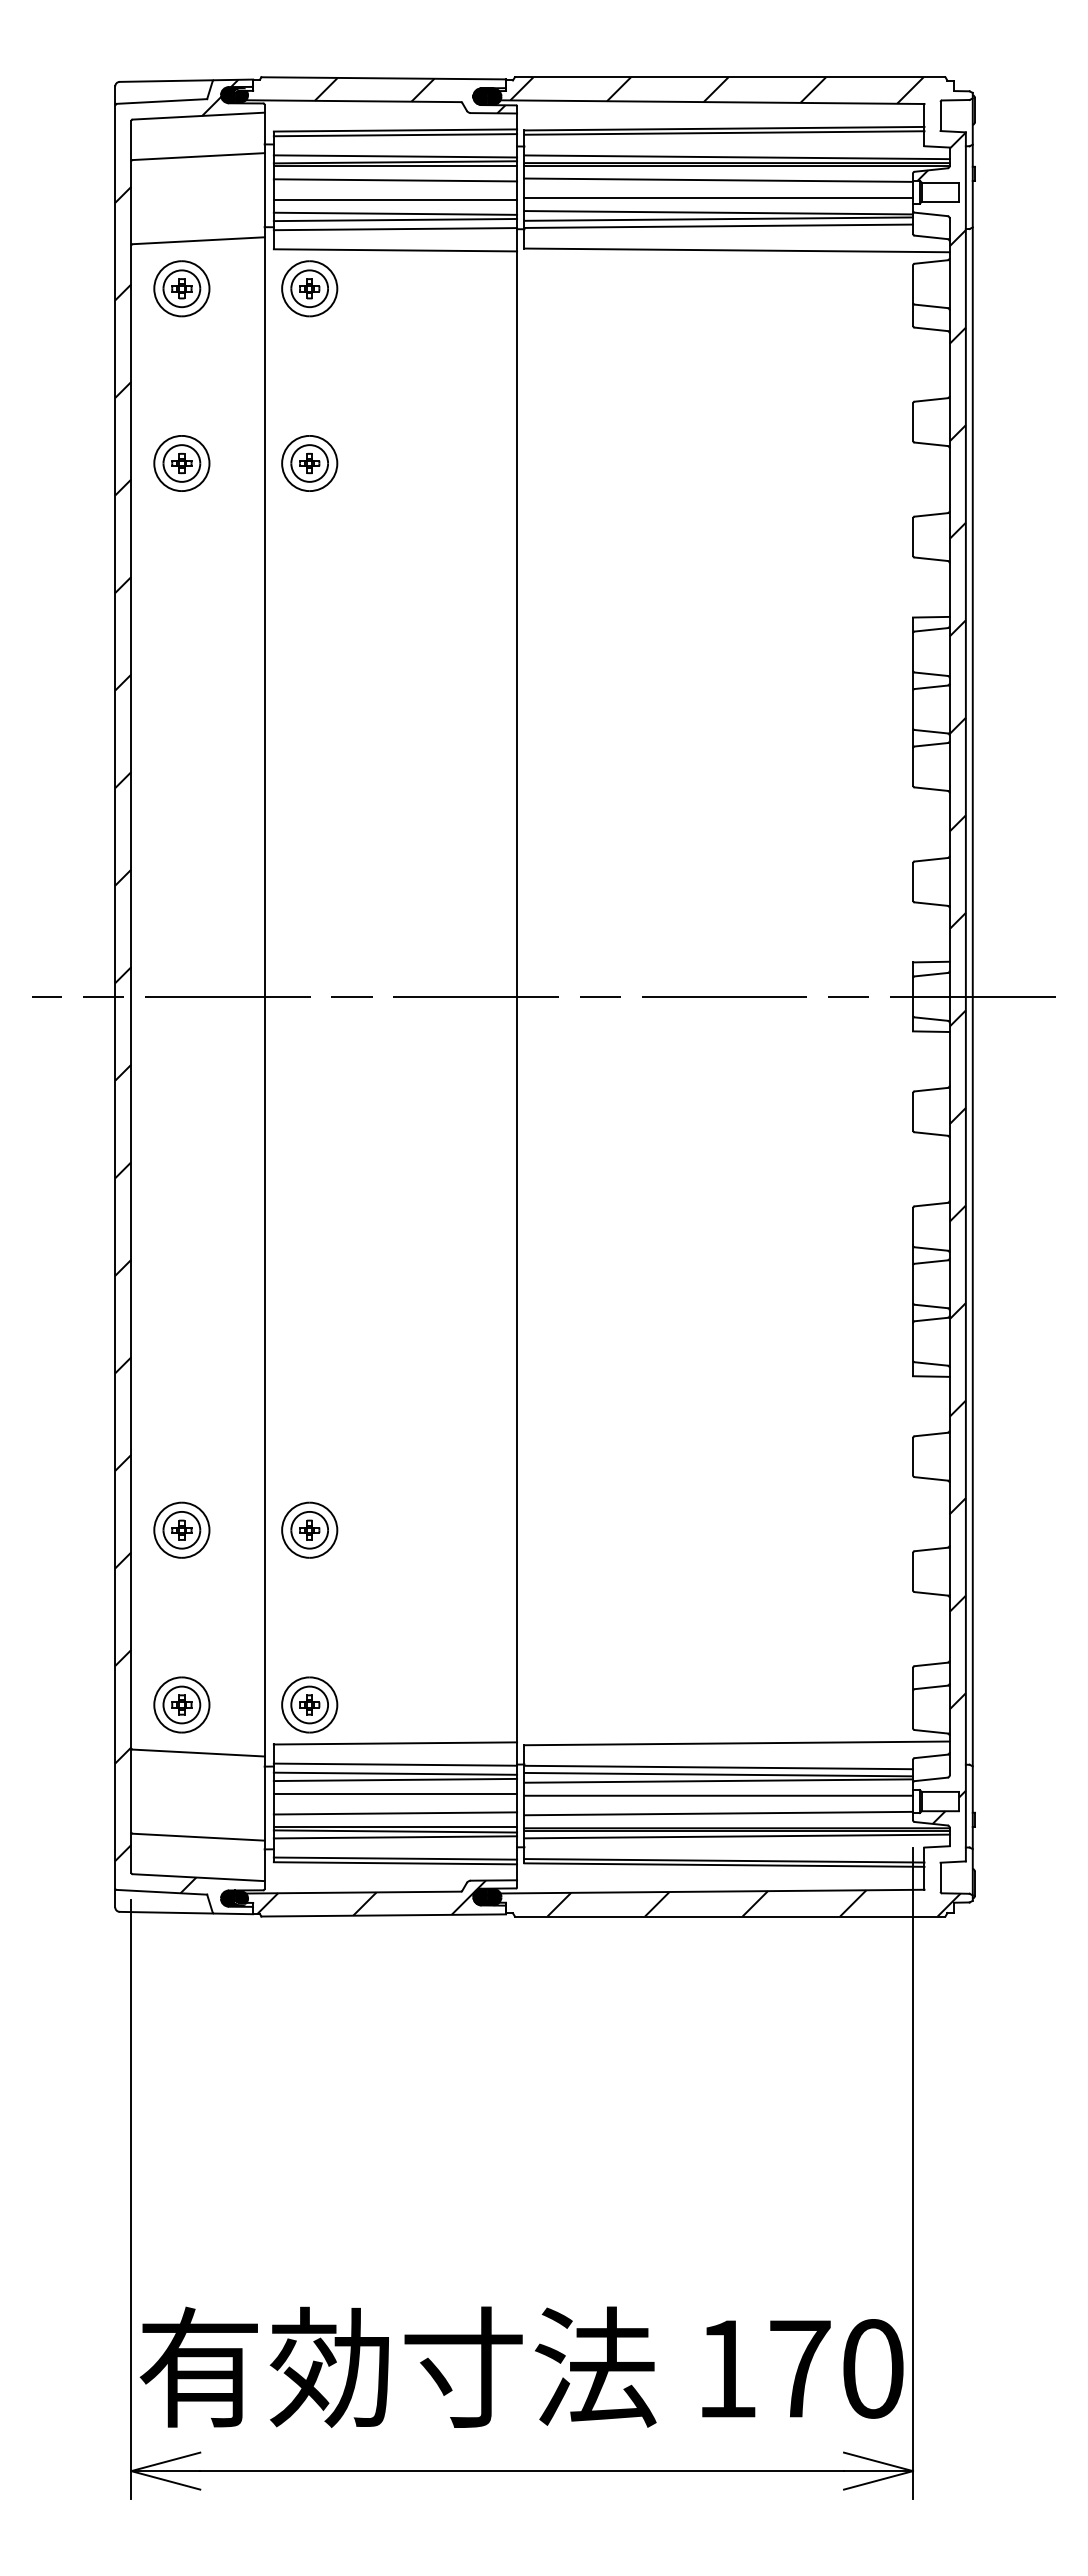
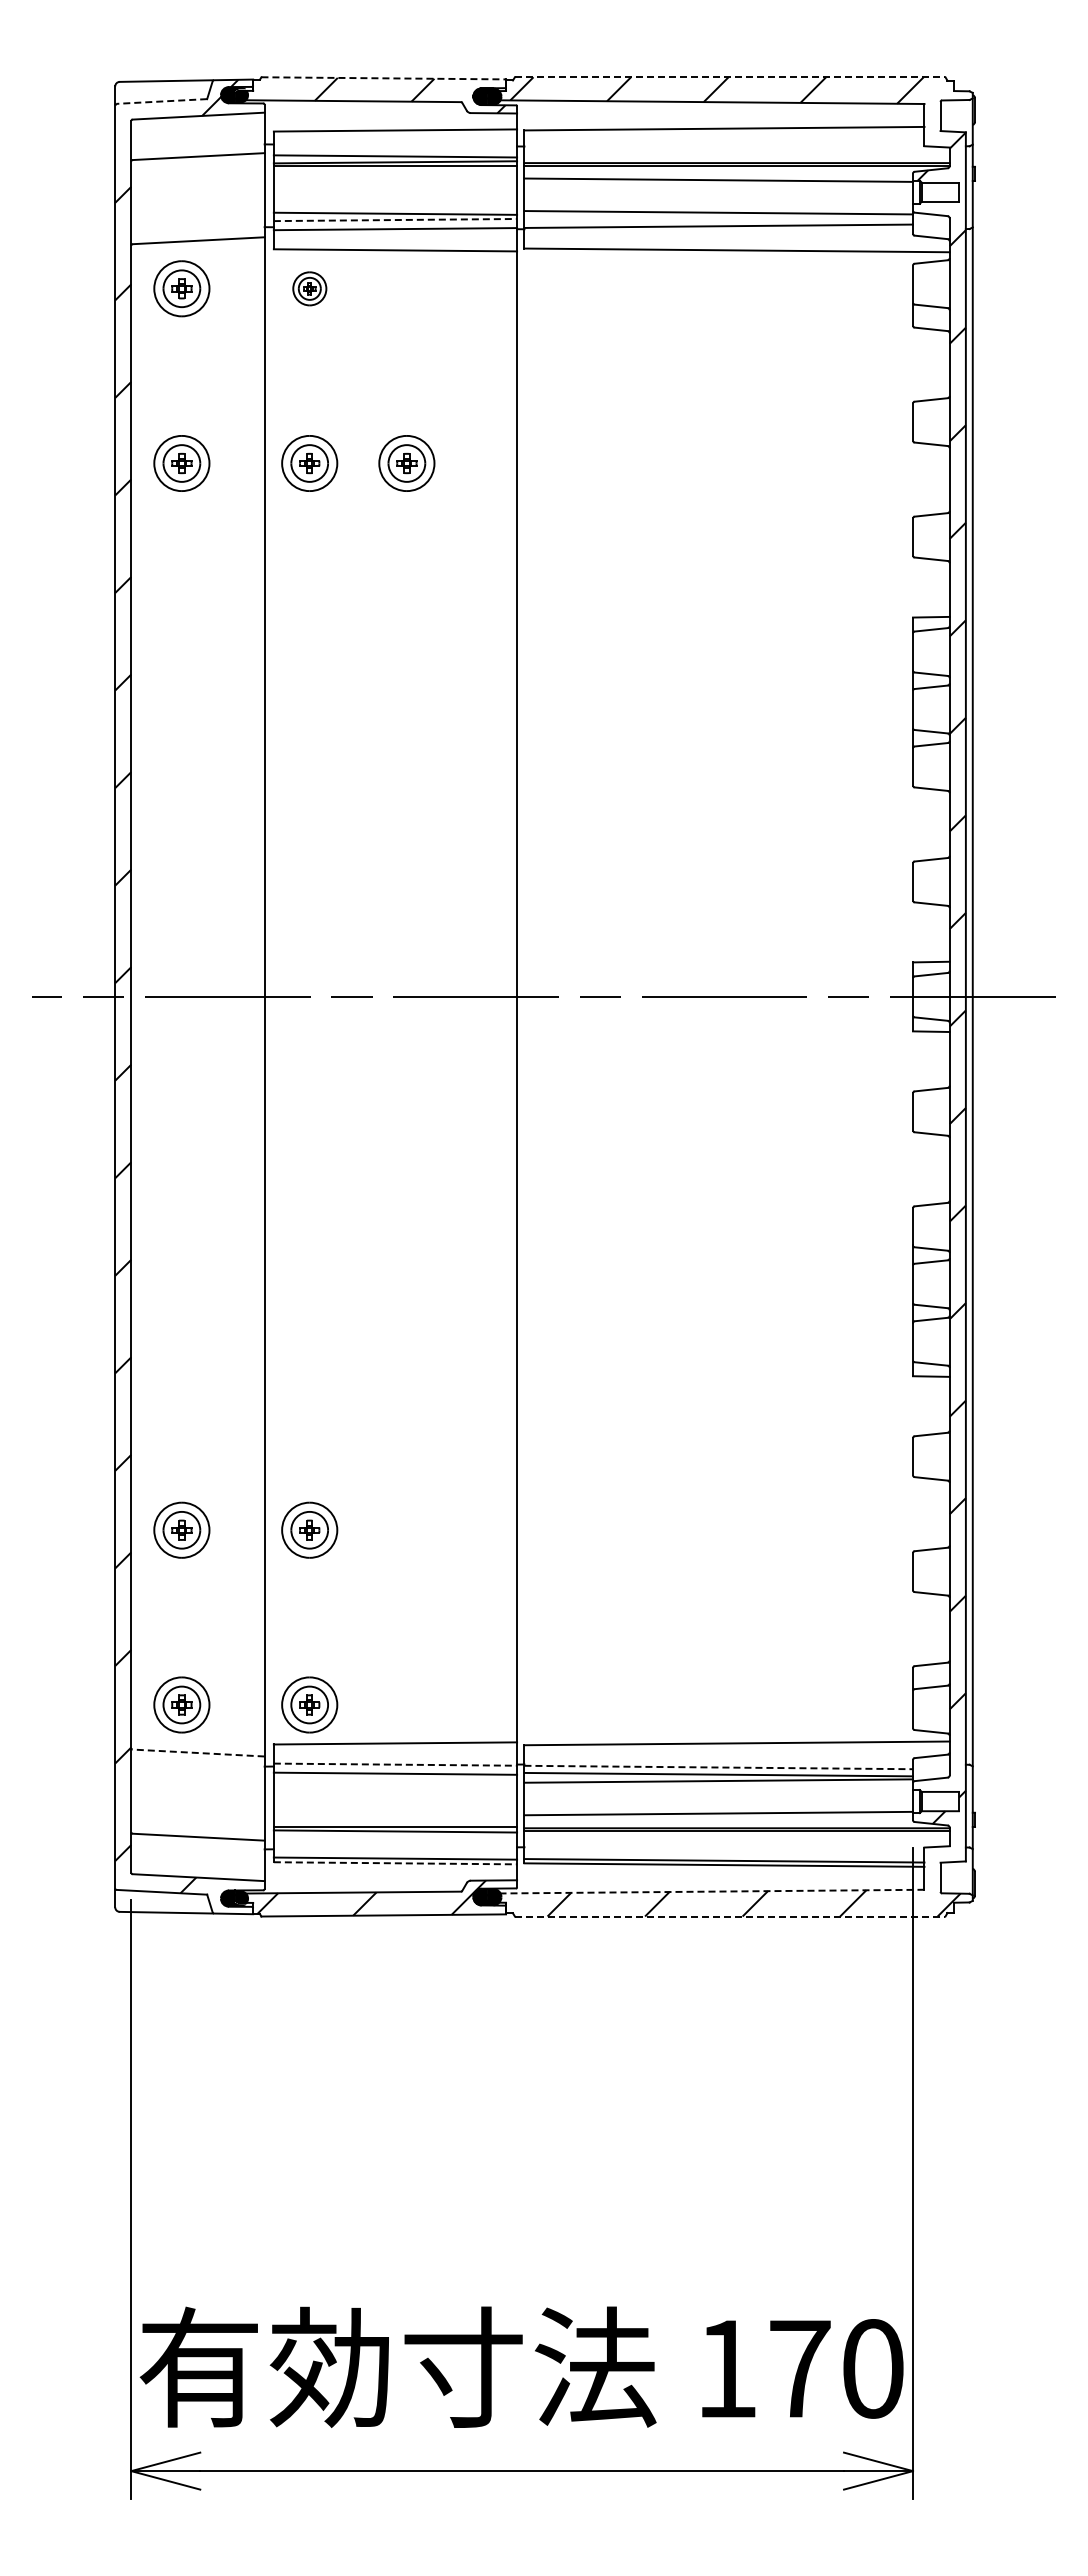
line at (730, 77): solid -> dashed
line at (384, 78): solid -> dashed
line at (161, 101): solid -> dashed
line at (724, 132): present -> none
line at (395, 135): present -> none
line at (736, 157): present -> none
line at (395, 180): present -> none
line at (718, 198): present -> none
line at (395, 199): present -> none
line at (718, 218): present -> none
line at (395, 220): solid -> dashed
part at (309, 288) size: 58x58 px -> 36x36 px
part at (406, 463): none -> present
line at (198, 1753): solid -> dashed
line at (395, 1764): solid -> dashed
line at (719, 1767): solid -> dashed
line at (395, 1779): present -> none
line at (395, 1794): present -> none
line at (718, 1795): present -> none
line at (395, 1813): present -> none
line at (736, 1836): present -> none
line at (395, 1837): present -> none
line at (395, 1863): solid -> dashed
line at (707, 1891): solid -> dashed
line at (730, 1916): solid -> dashed
